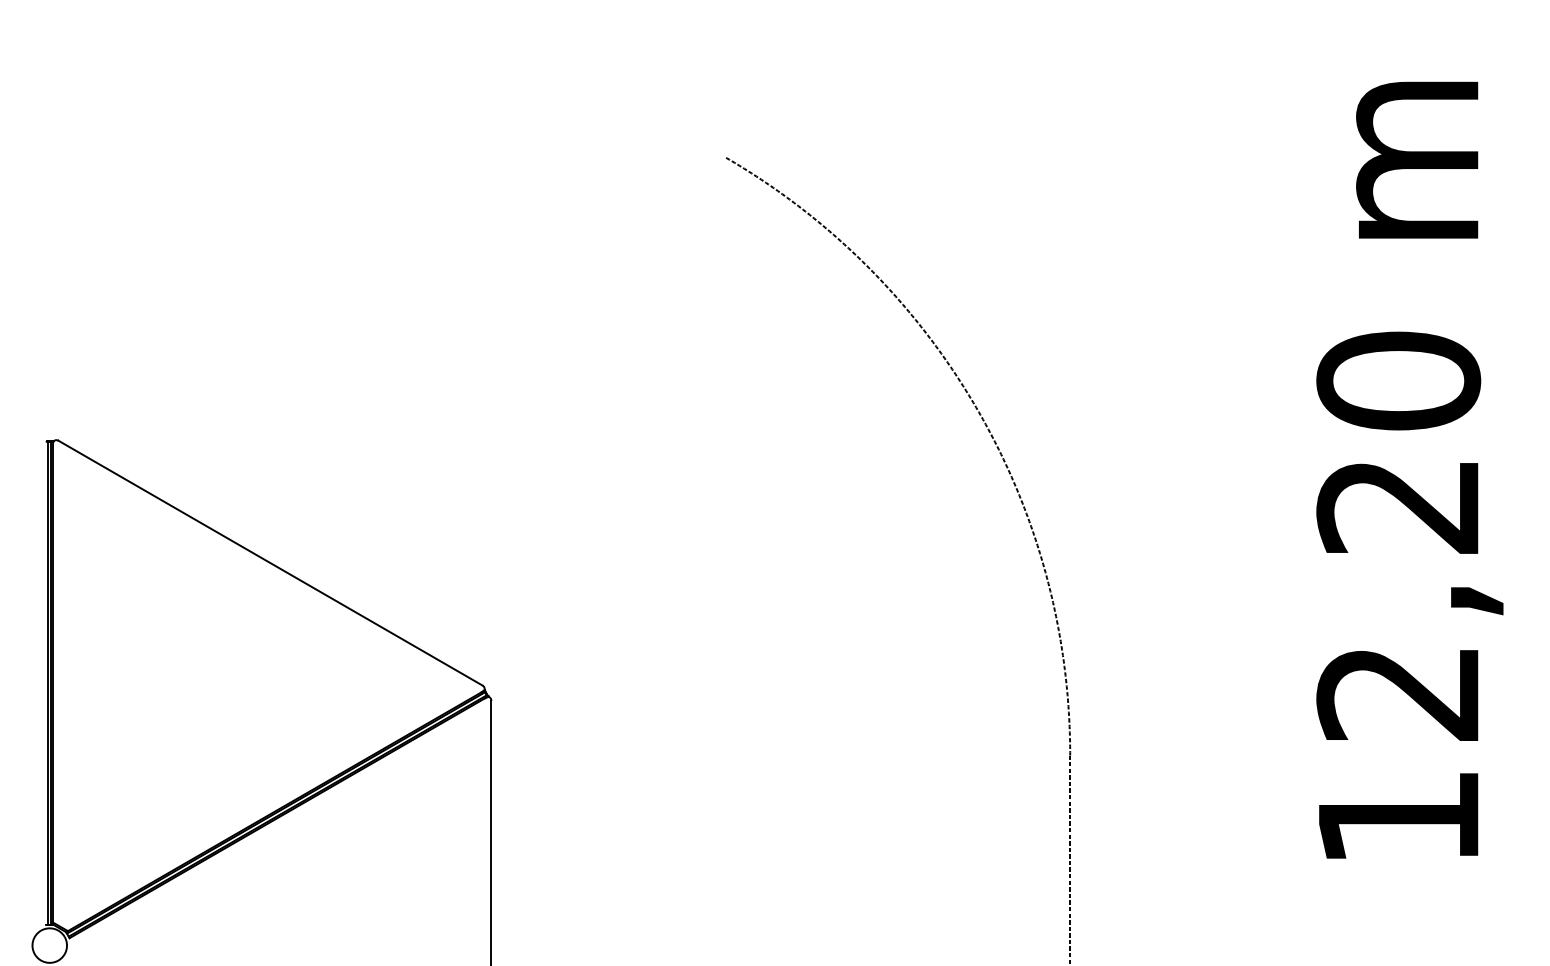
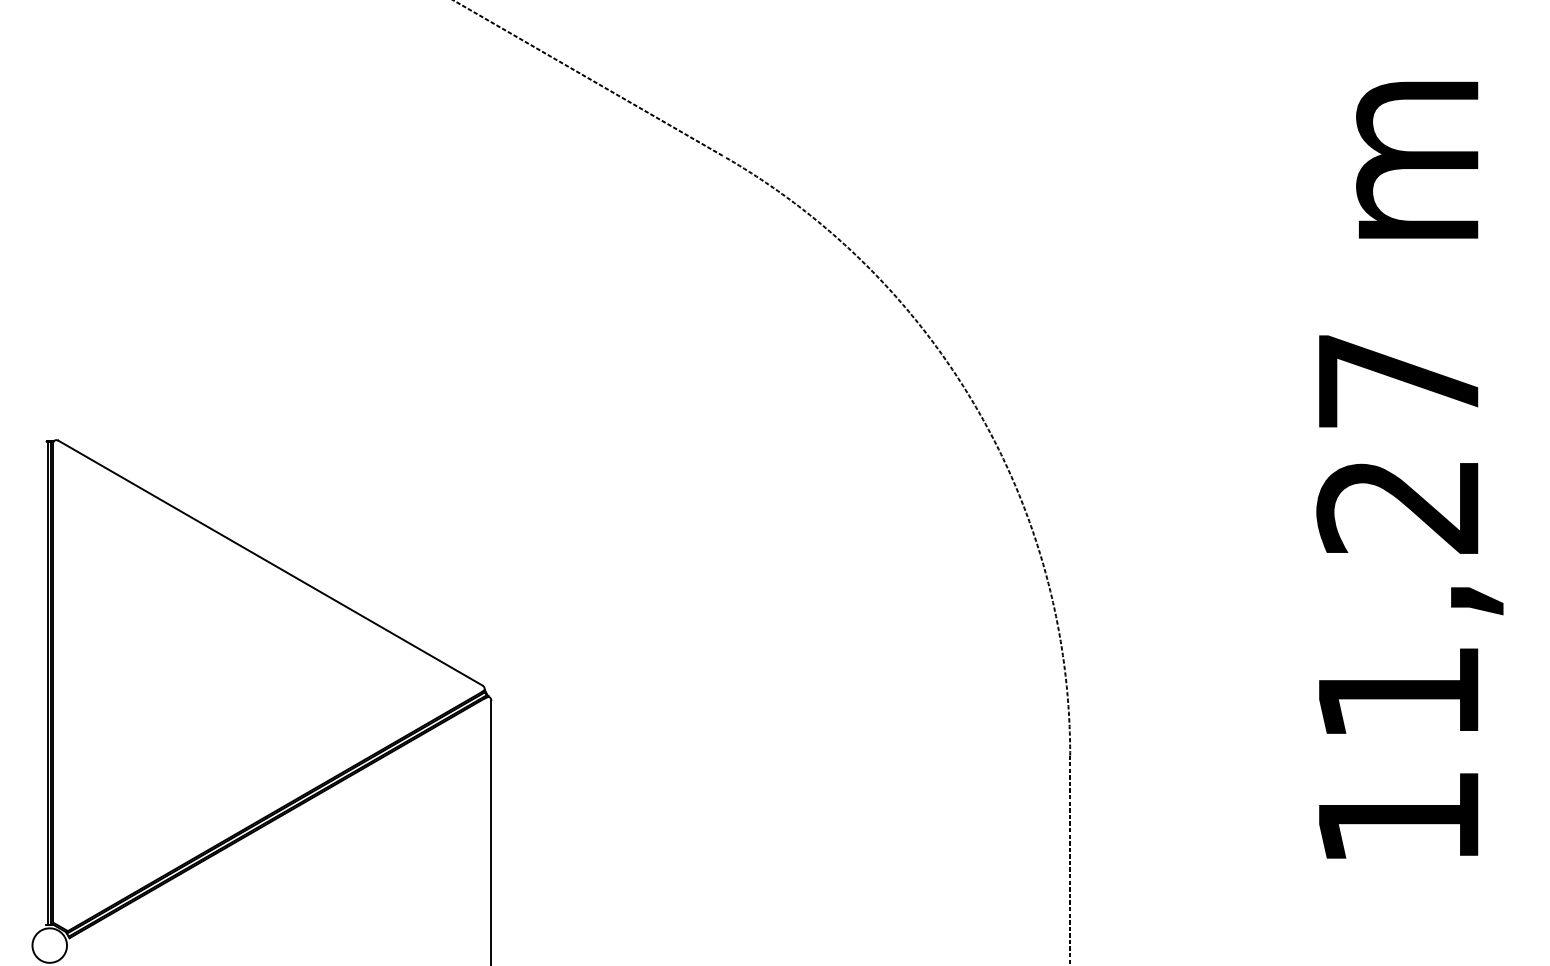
line at (590, 79): none -> present
text at (1398, 535): 12,20 -> 11,27
